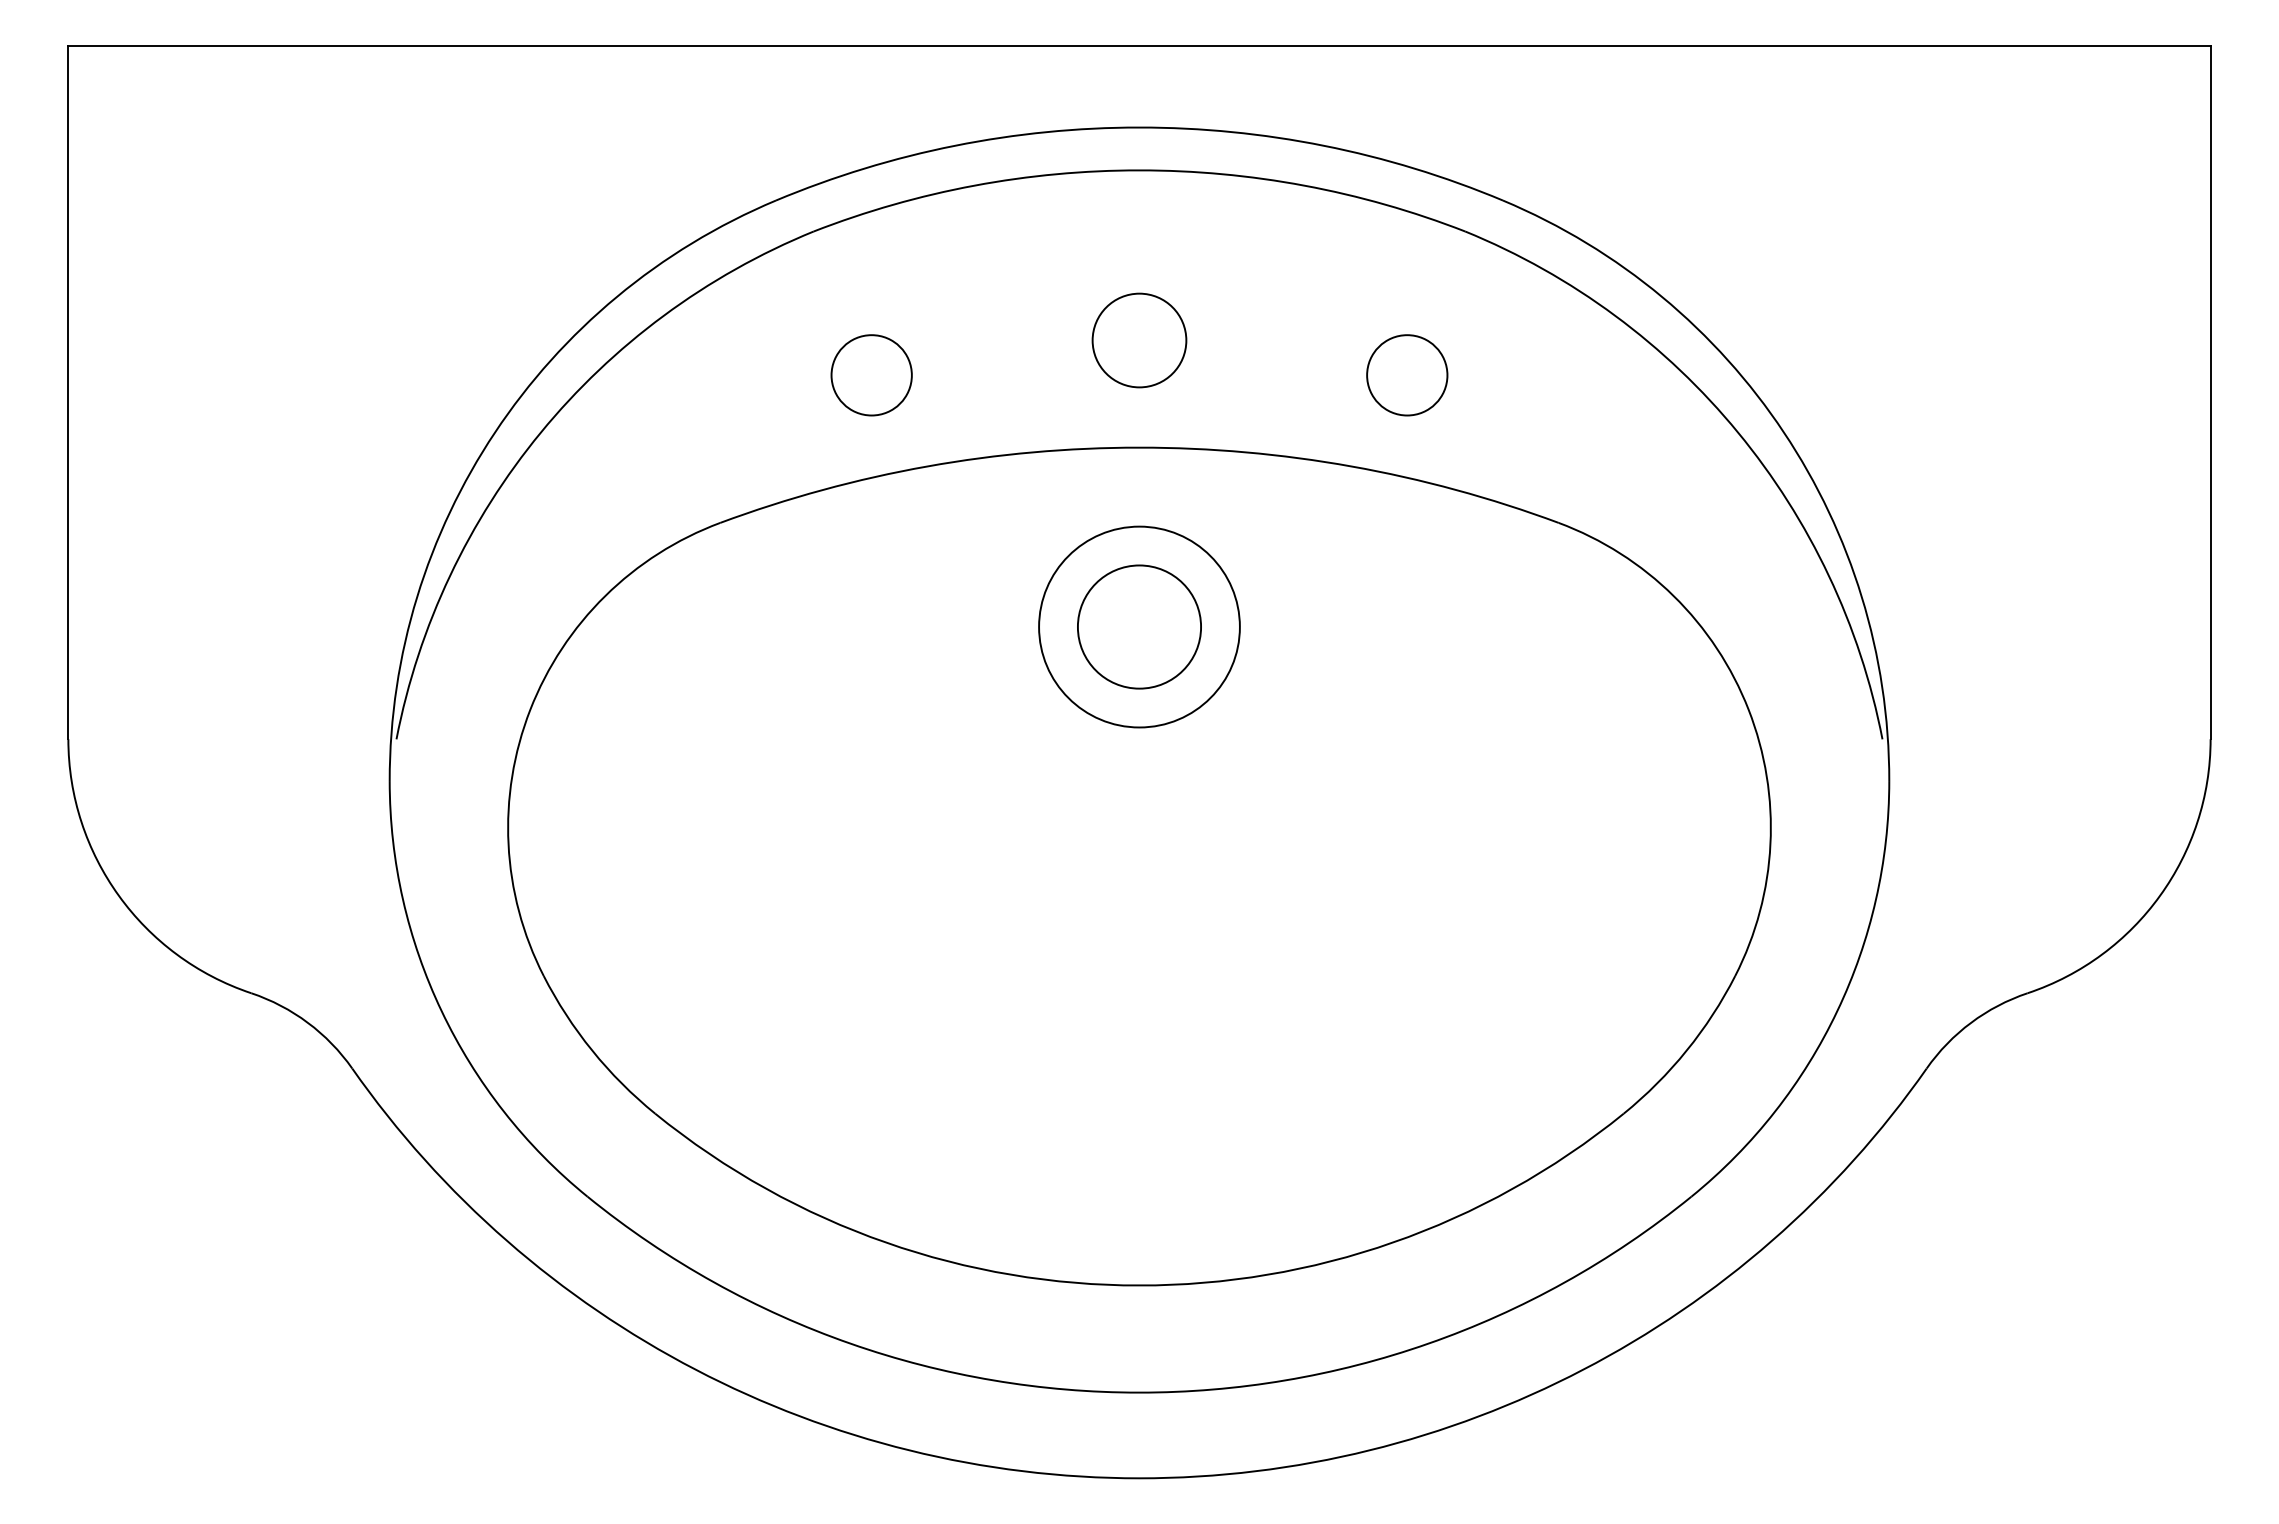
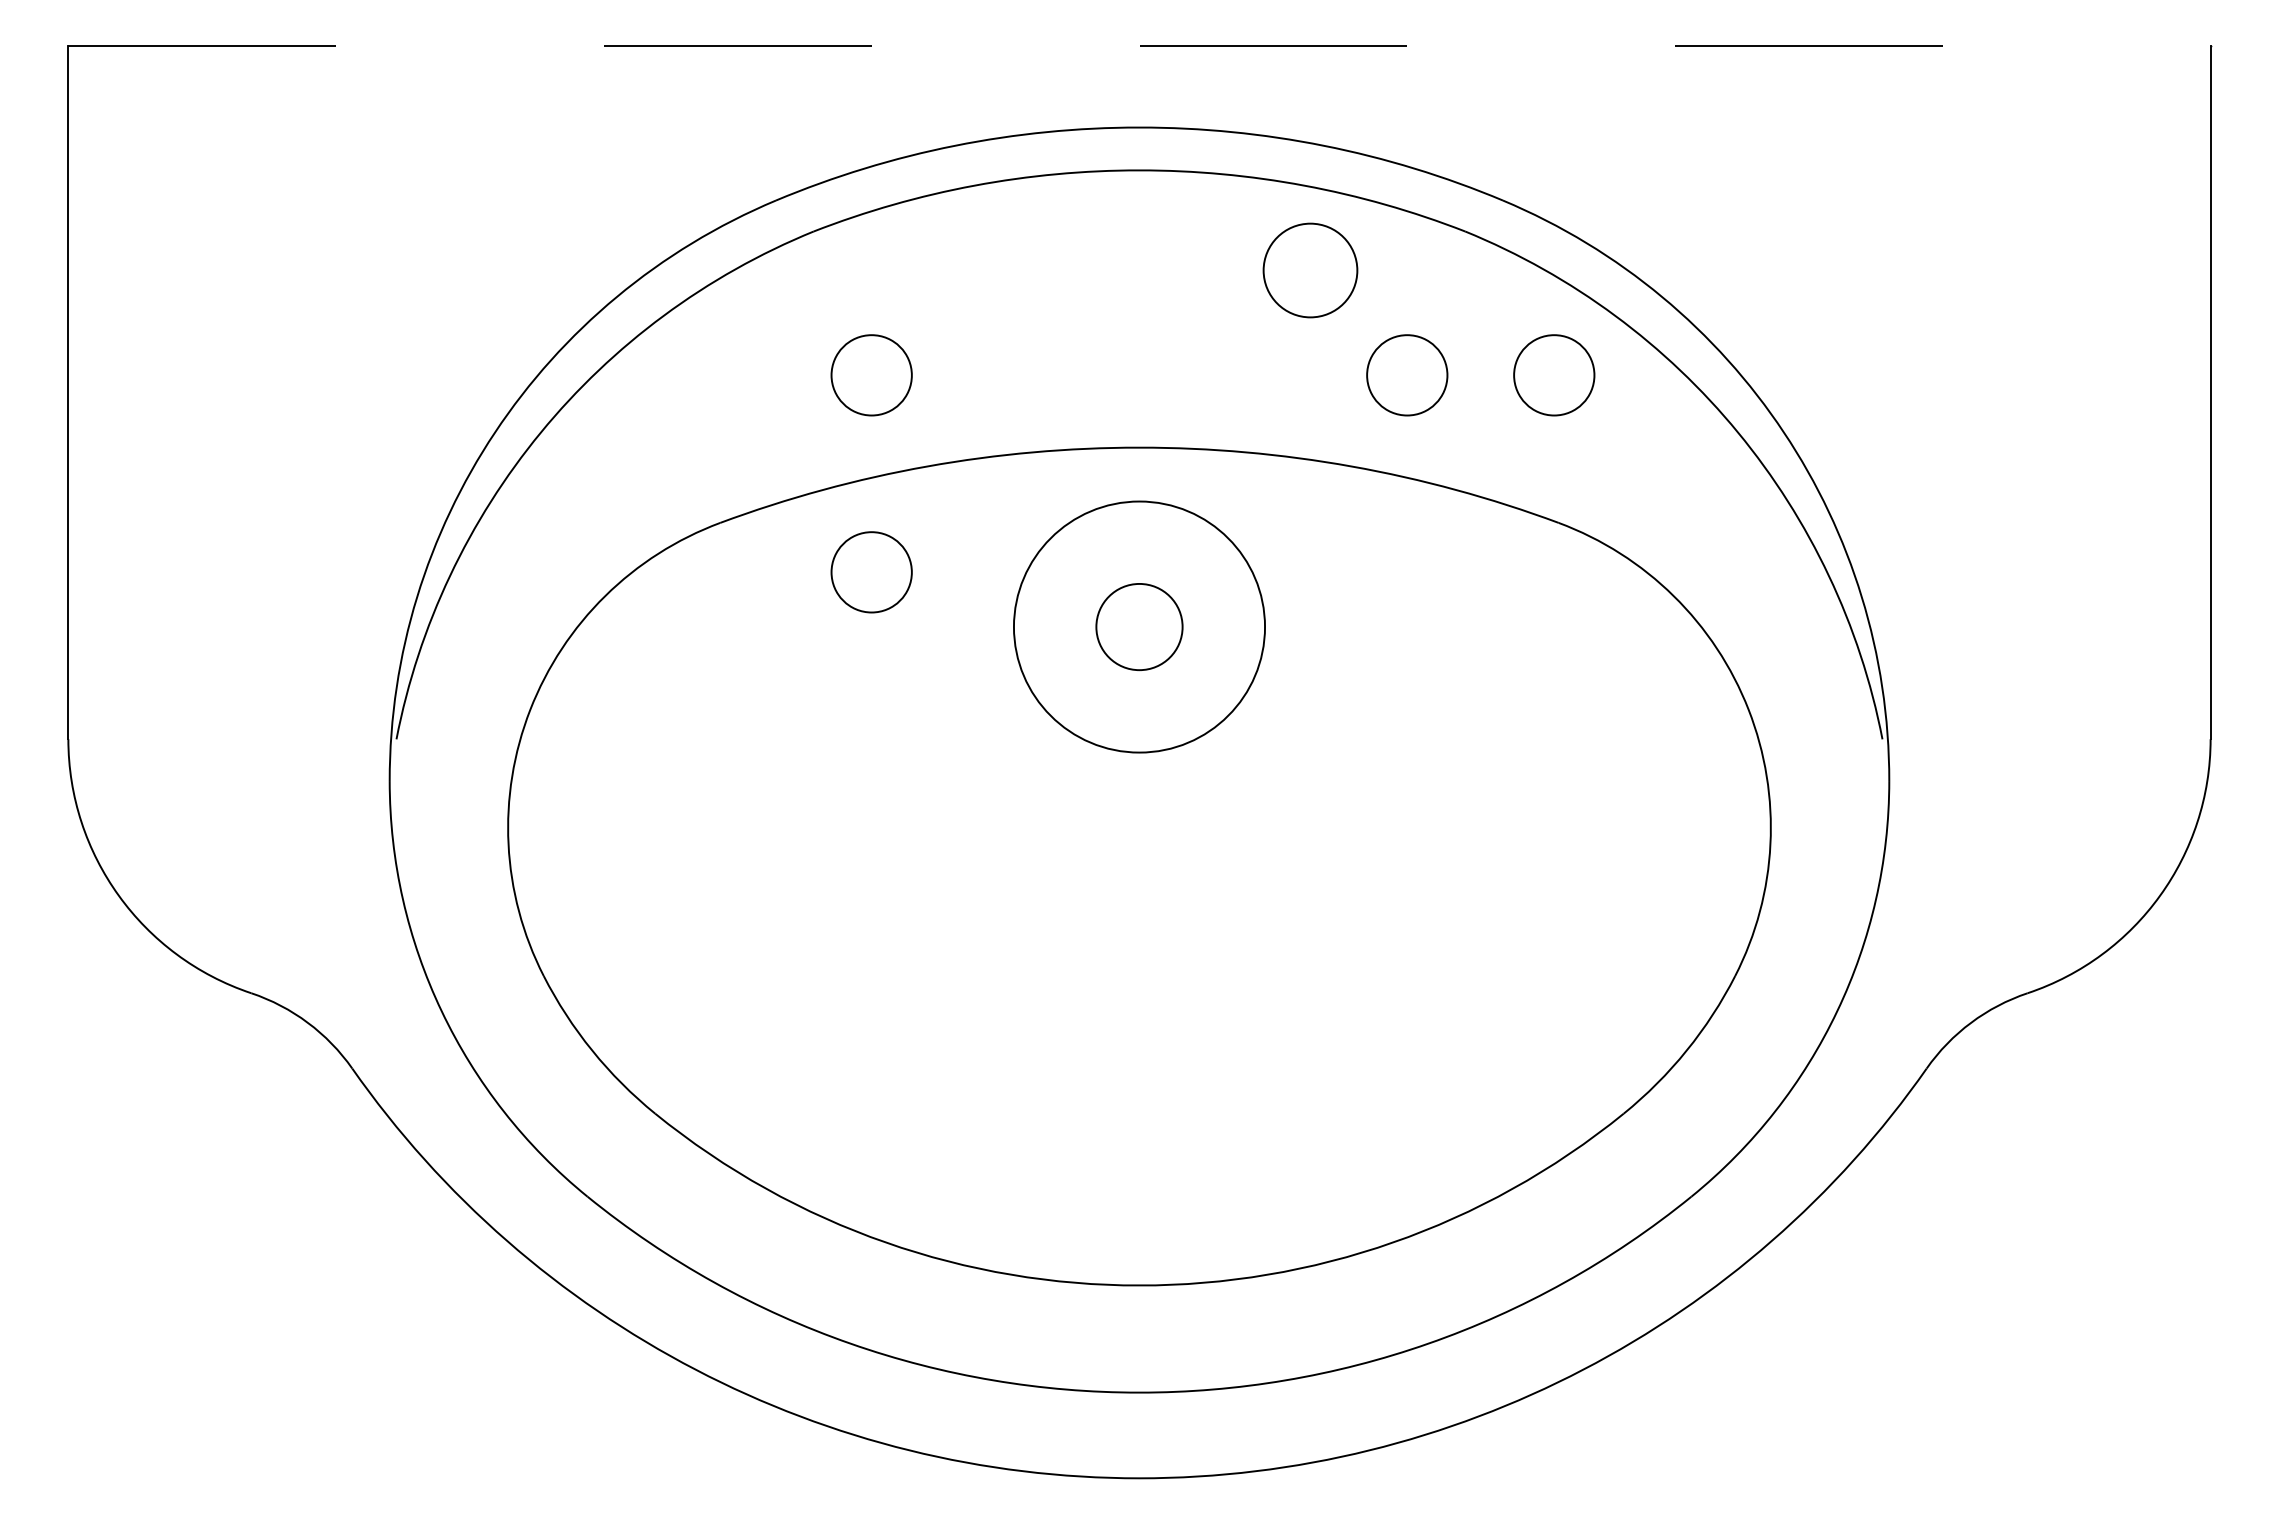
line at (1139, 45): solid -> dashed
circle at (1139, 340) position: (1139, 340) -> (1310, 270)
circle at (1554, 375): none -> present
circle at (871, 572): none -> present
circle at (1139, 626) diameter: 123 px -> 86 px
circle at (1139, 626) diameter: 201 px -> 251 px
